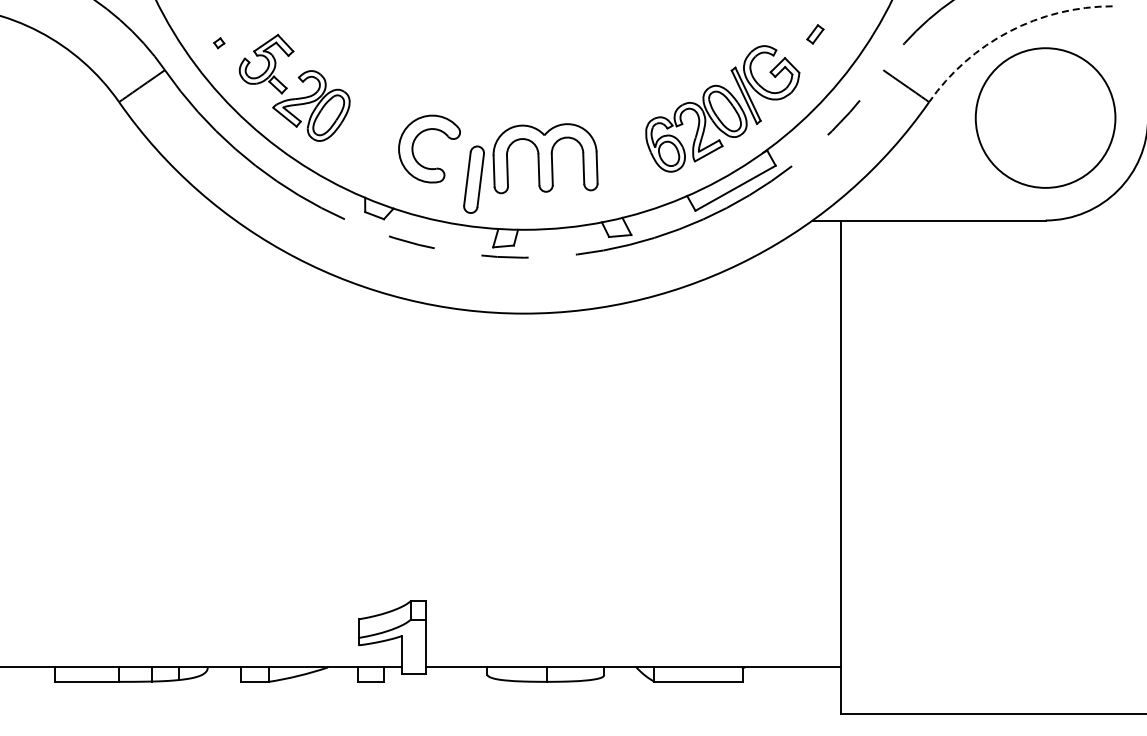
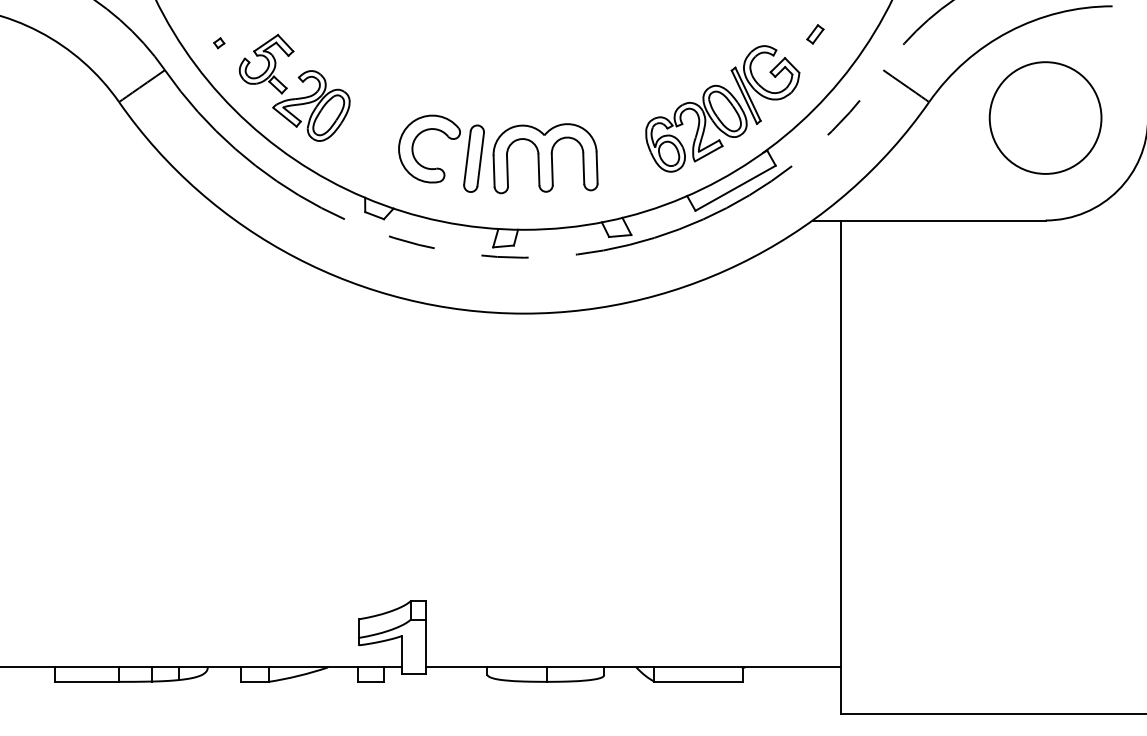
arc at (1009, 31): dashed -> solid
circle at (1045, 117) diameter: 140 px -> 112 px
part at (473, 179) position: (473, 179) -> (473, 158)
